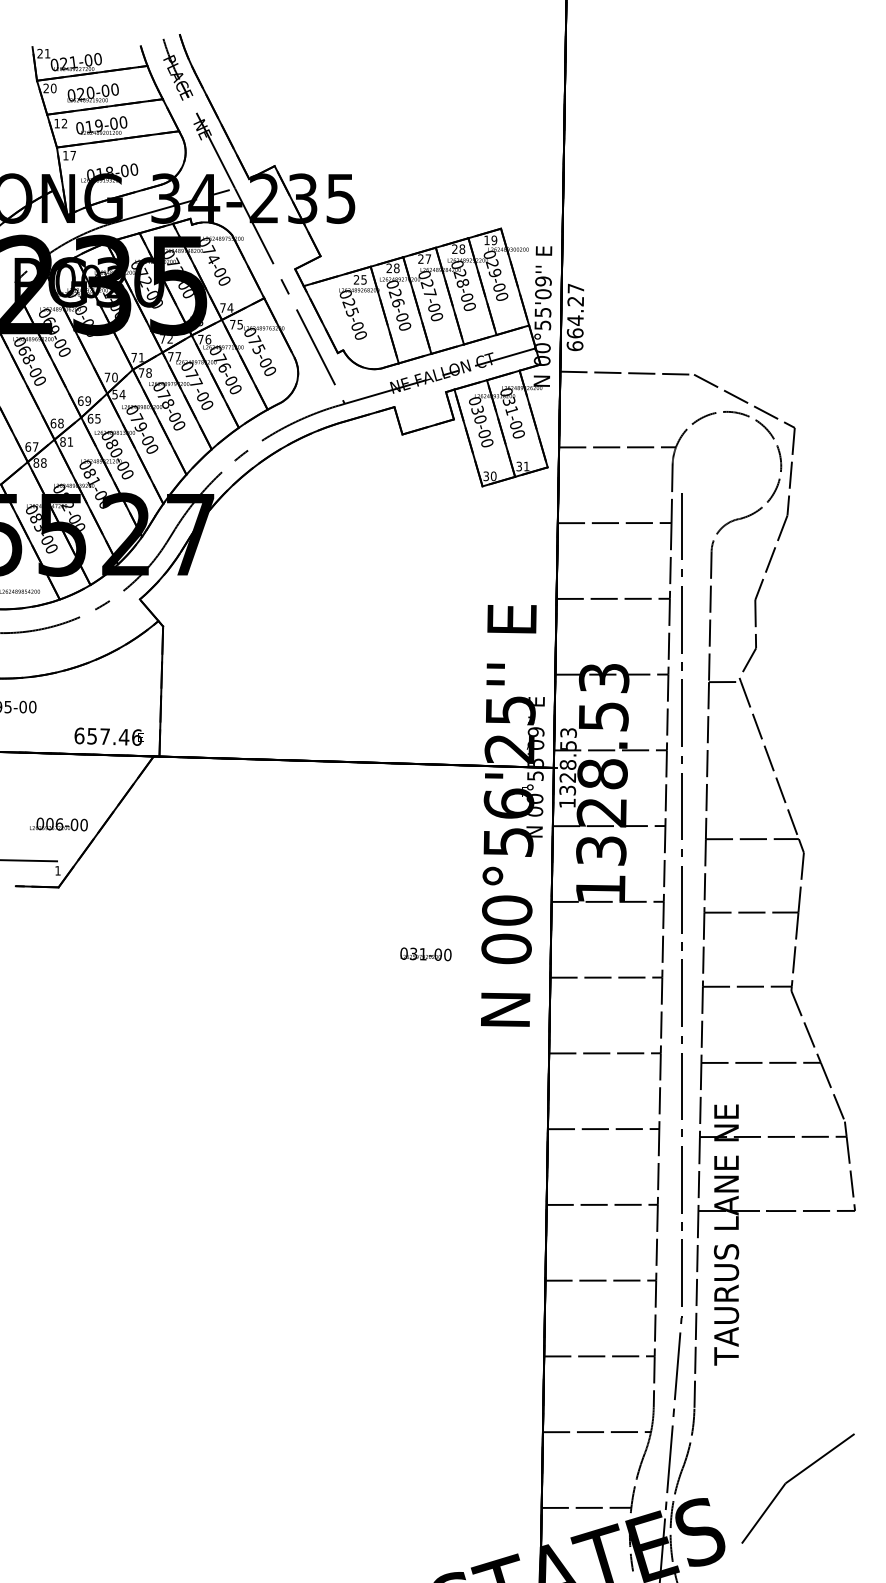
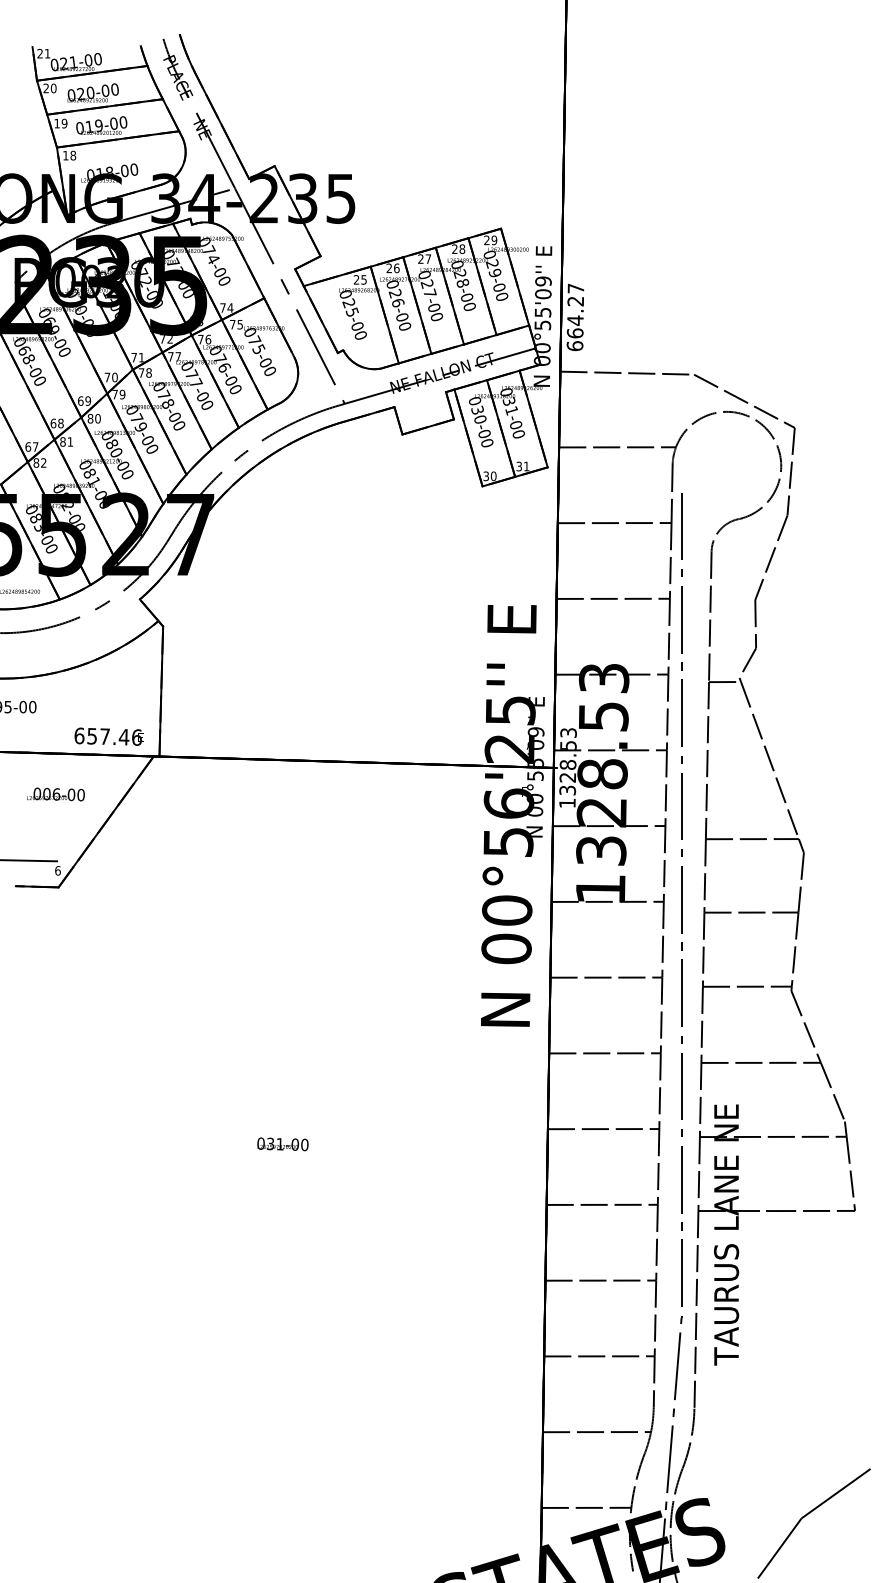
text at (64, 123): 12 -> 19
text at (73, 155): 17 -> 18
text at (486, 239): 19 -> 29
text at (396, 267): 28 -> 26
text at (118, 394): 54 -> 79
text at (93, 418): 65 -> 80
text at (43, 462): 88 -> 82
text at (58, 824) position: (58, 824) -> (55, 794)
text at (57, 870): 1 -> 6
text at (425, 954) position: (425, 954) -> (282, 1144)
part at (790, 1481) position: (790, 1481) -> (806, 1516)
